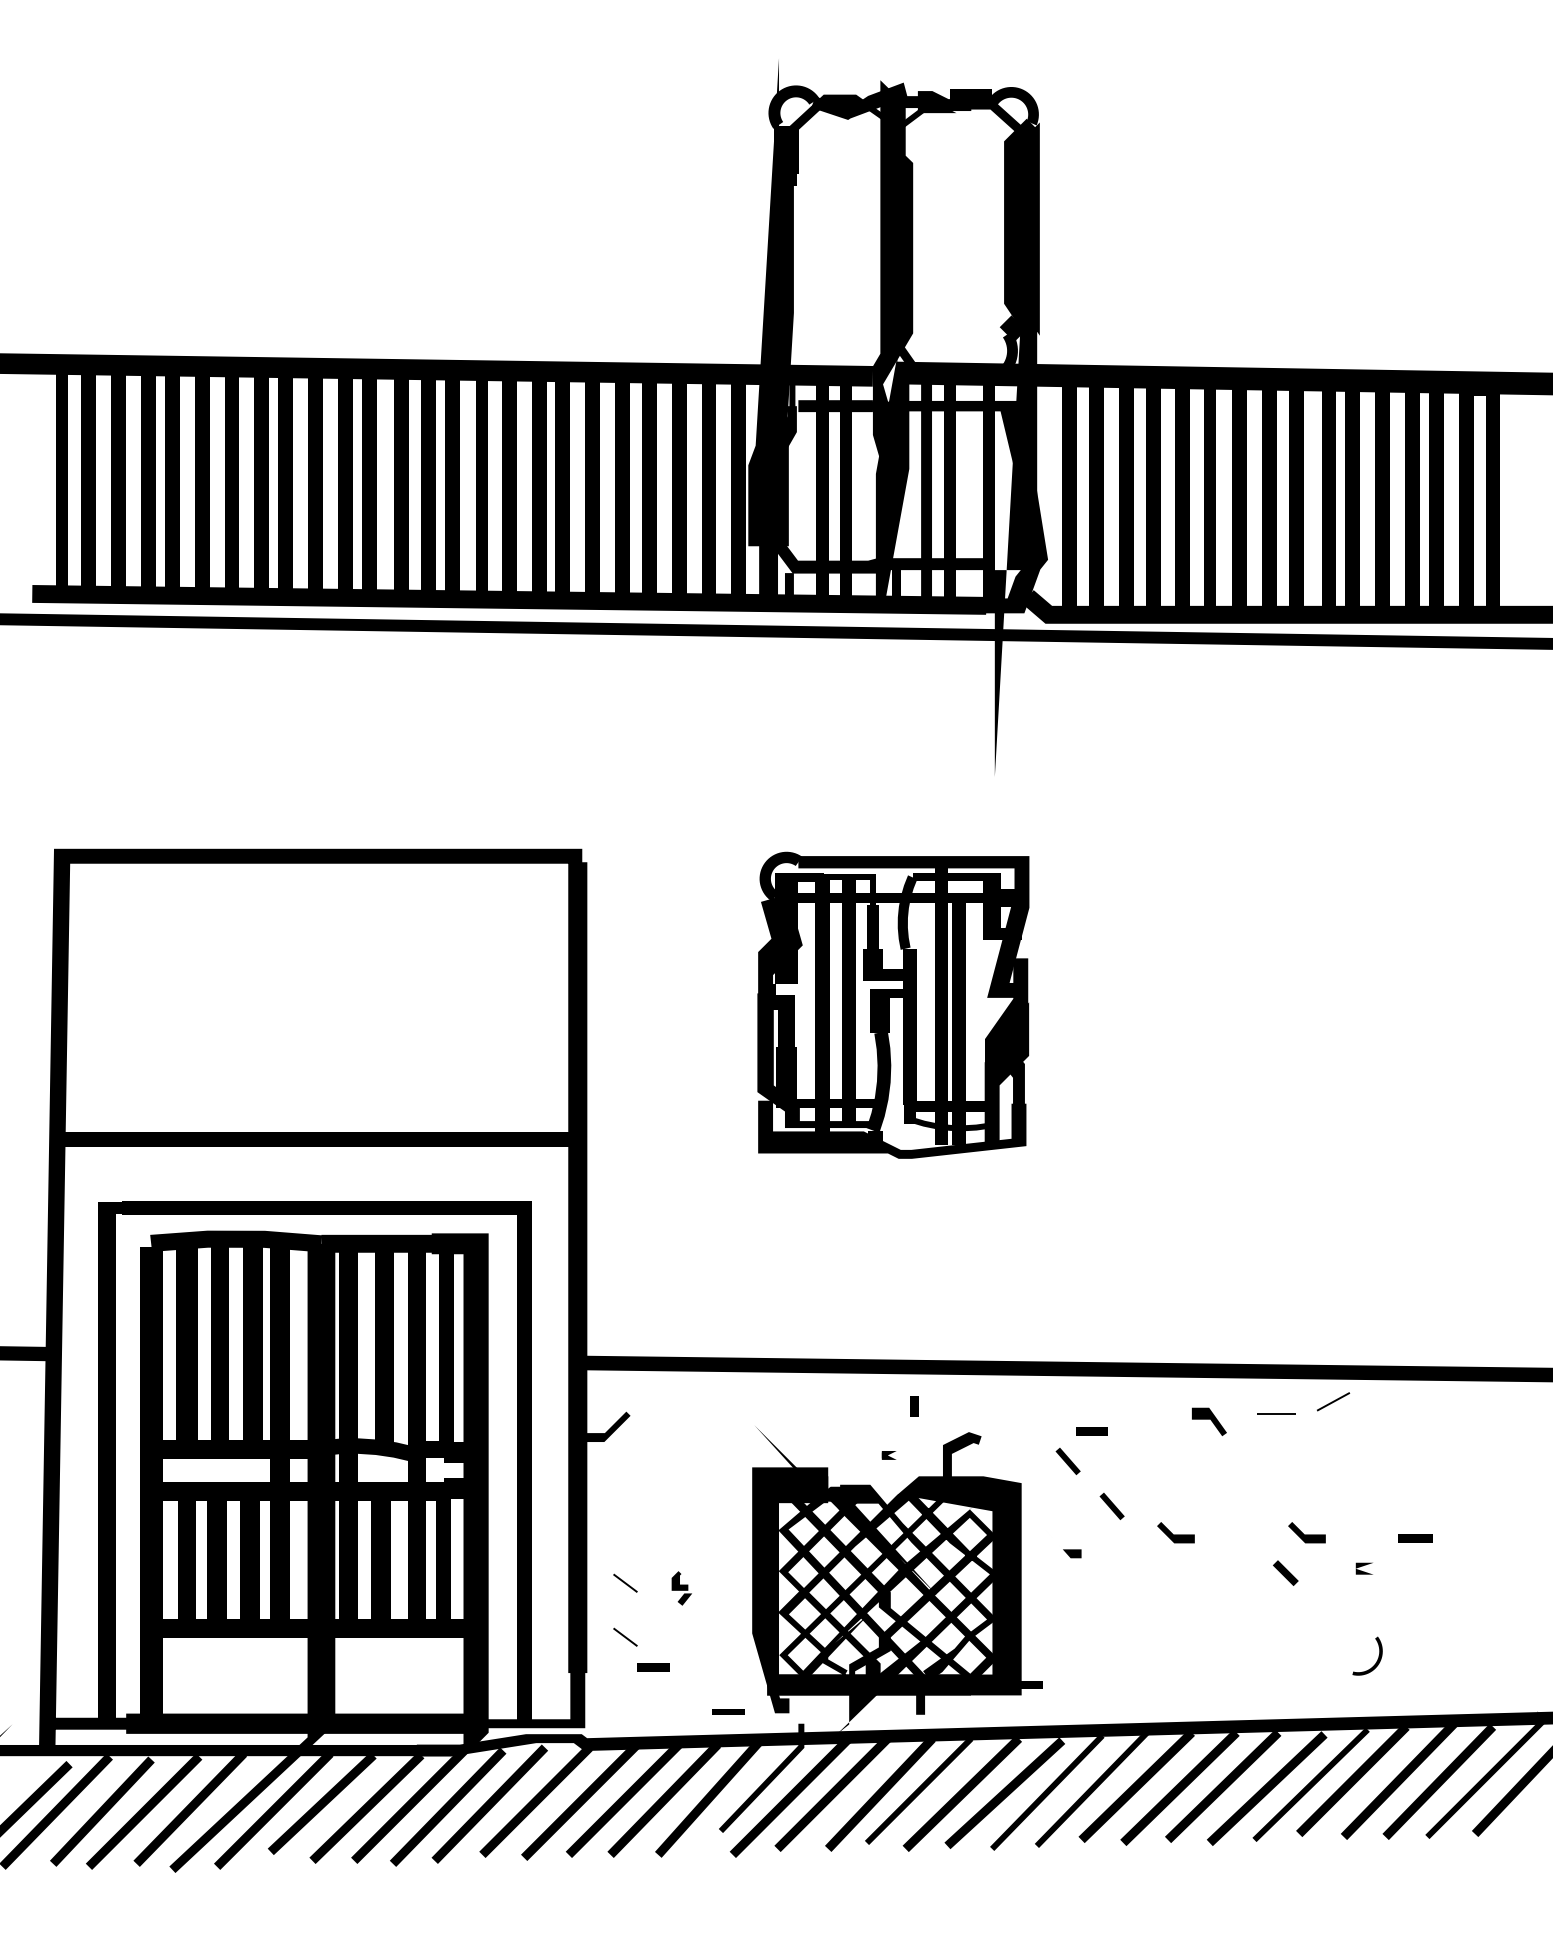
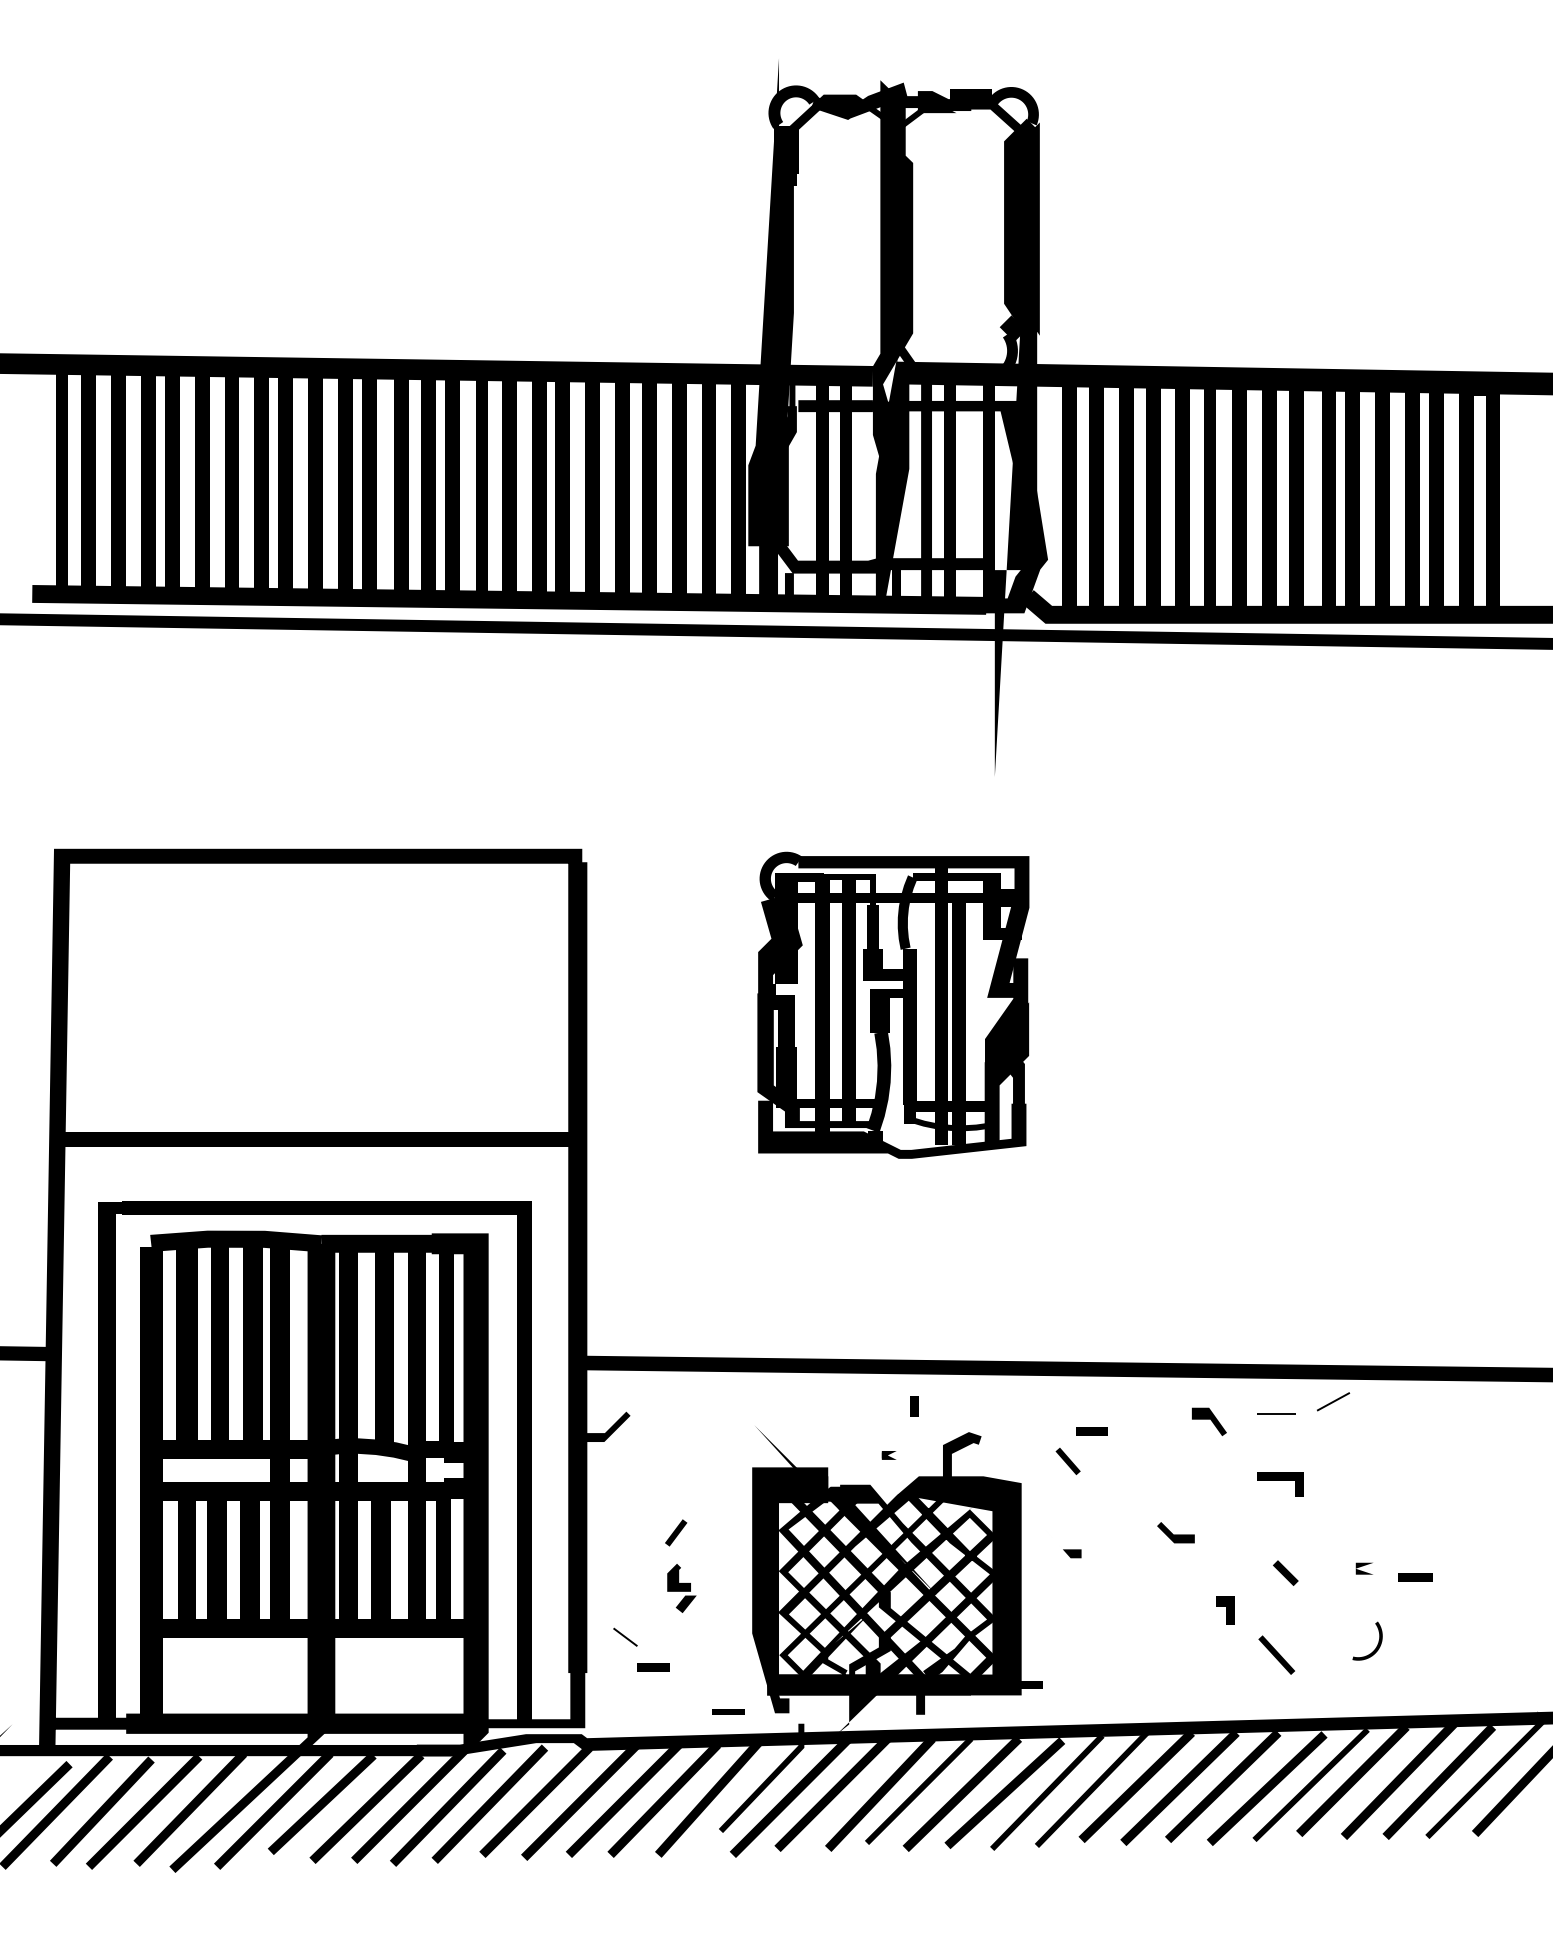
line at (1280, 1480): none -> present
line at (1111, 1505): present -> none
line at (676, 1532): none -> present
line at (1306, 1534): present -> none
line at (1415, 1538) position: (1415, 1538) -> (1415, 1577)
line at (625, 1582): present -> none
part at (681, 1588) size: 21x35 px -> 30x49 px
line at (1226, 1610): none -> present
line at (1276, 1654): none -> present
curve at (1377, 1659) position: (1377, 1659) -> (1377, 1644)
